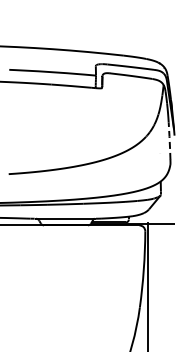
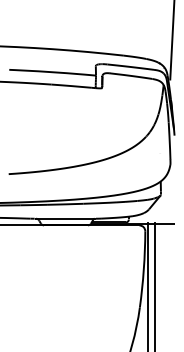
line at (172, 40): none -> present
line at (169, 141): dashed -> solid
line at (155, 285): none -> present
